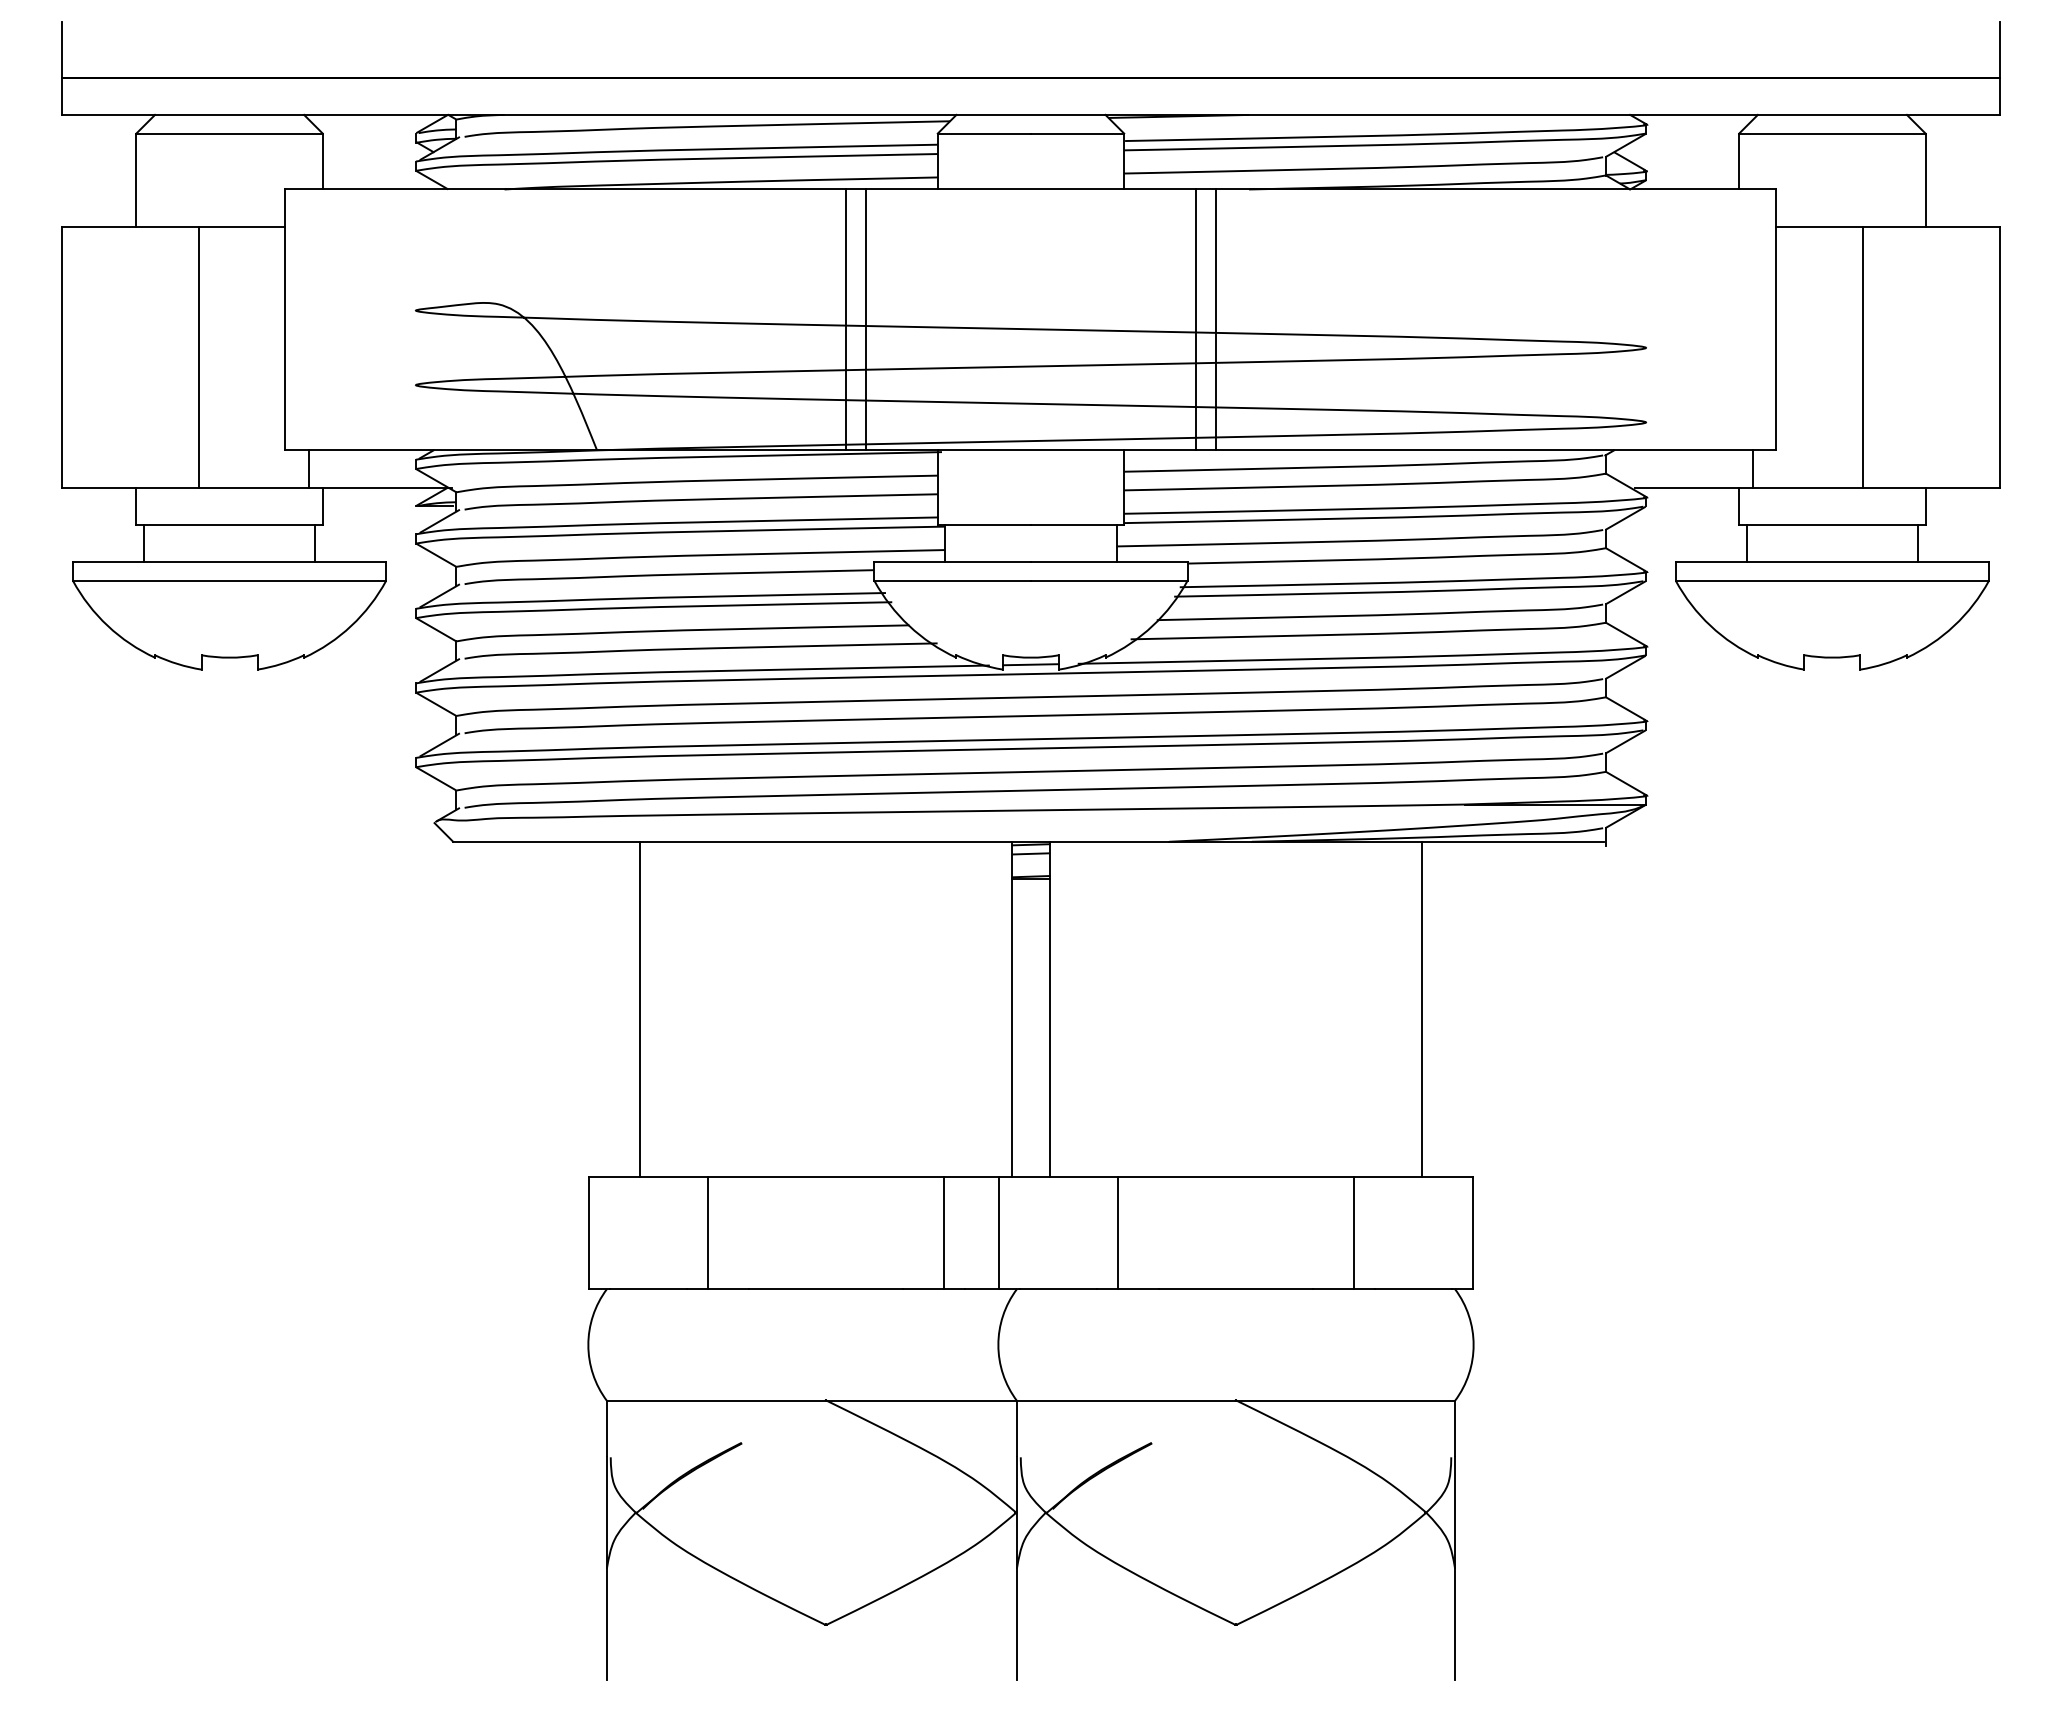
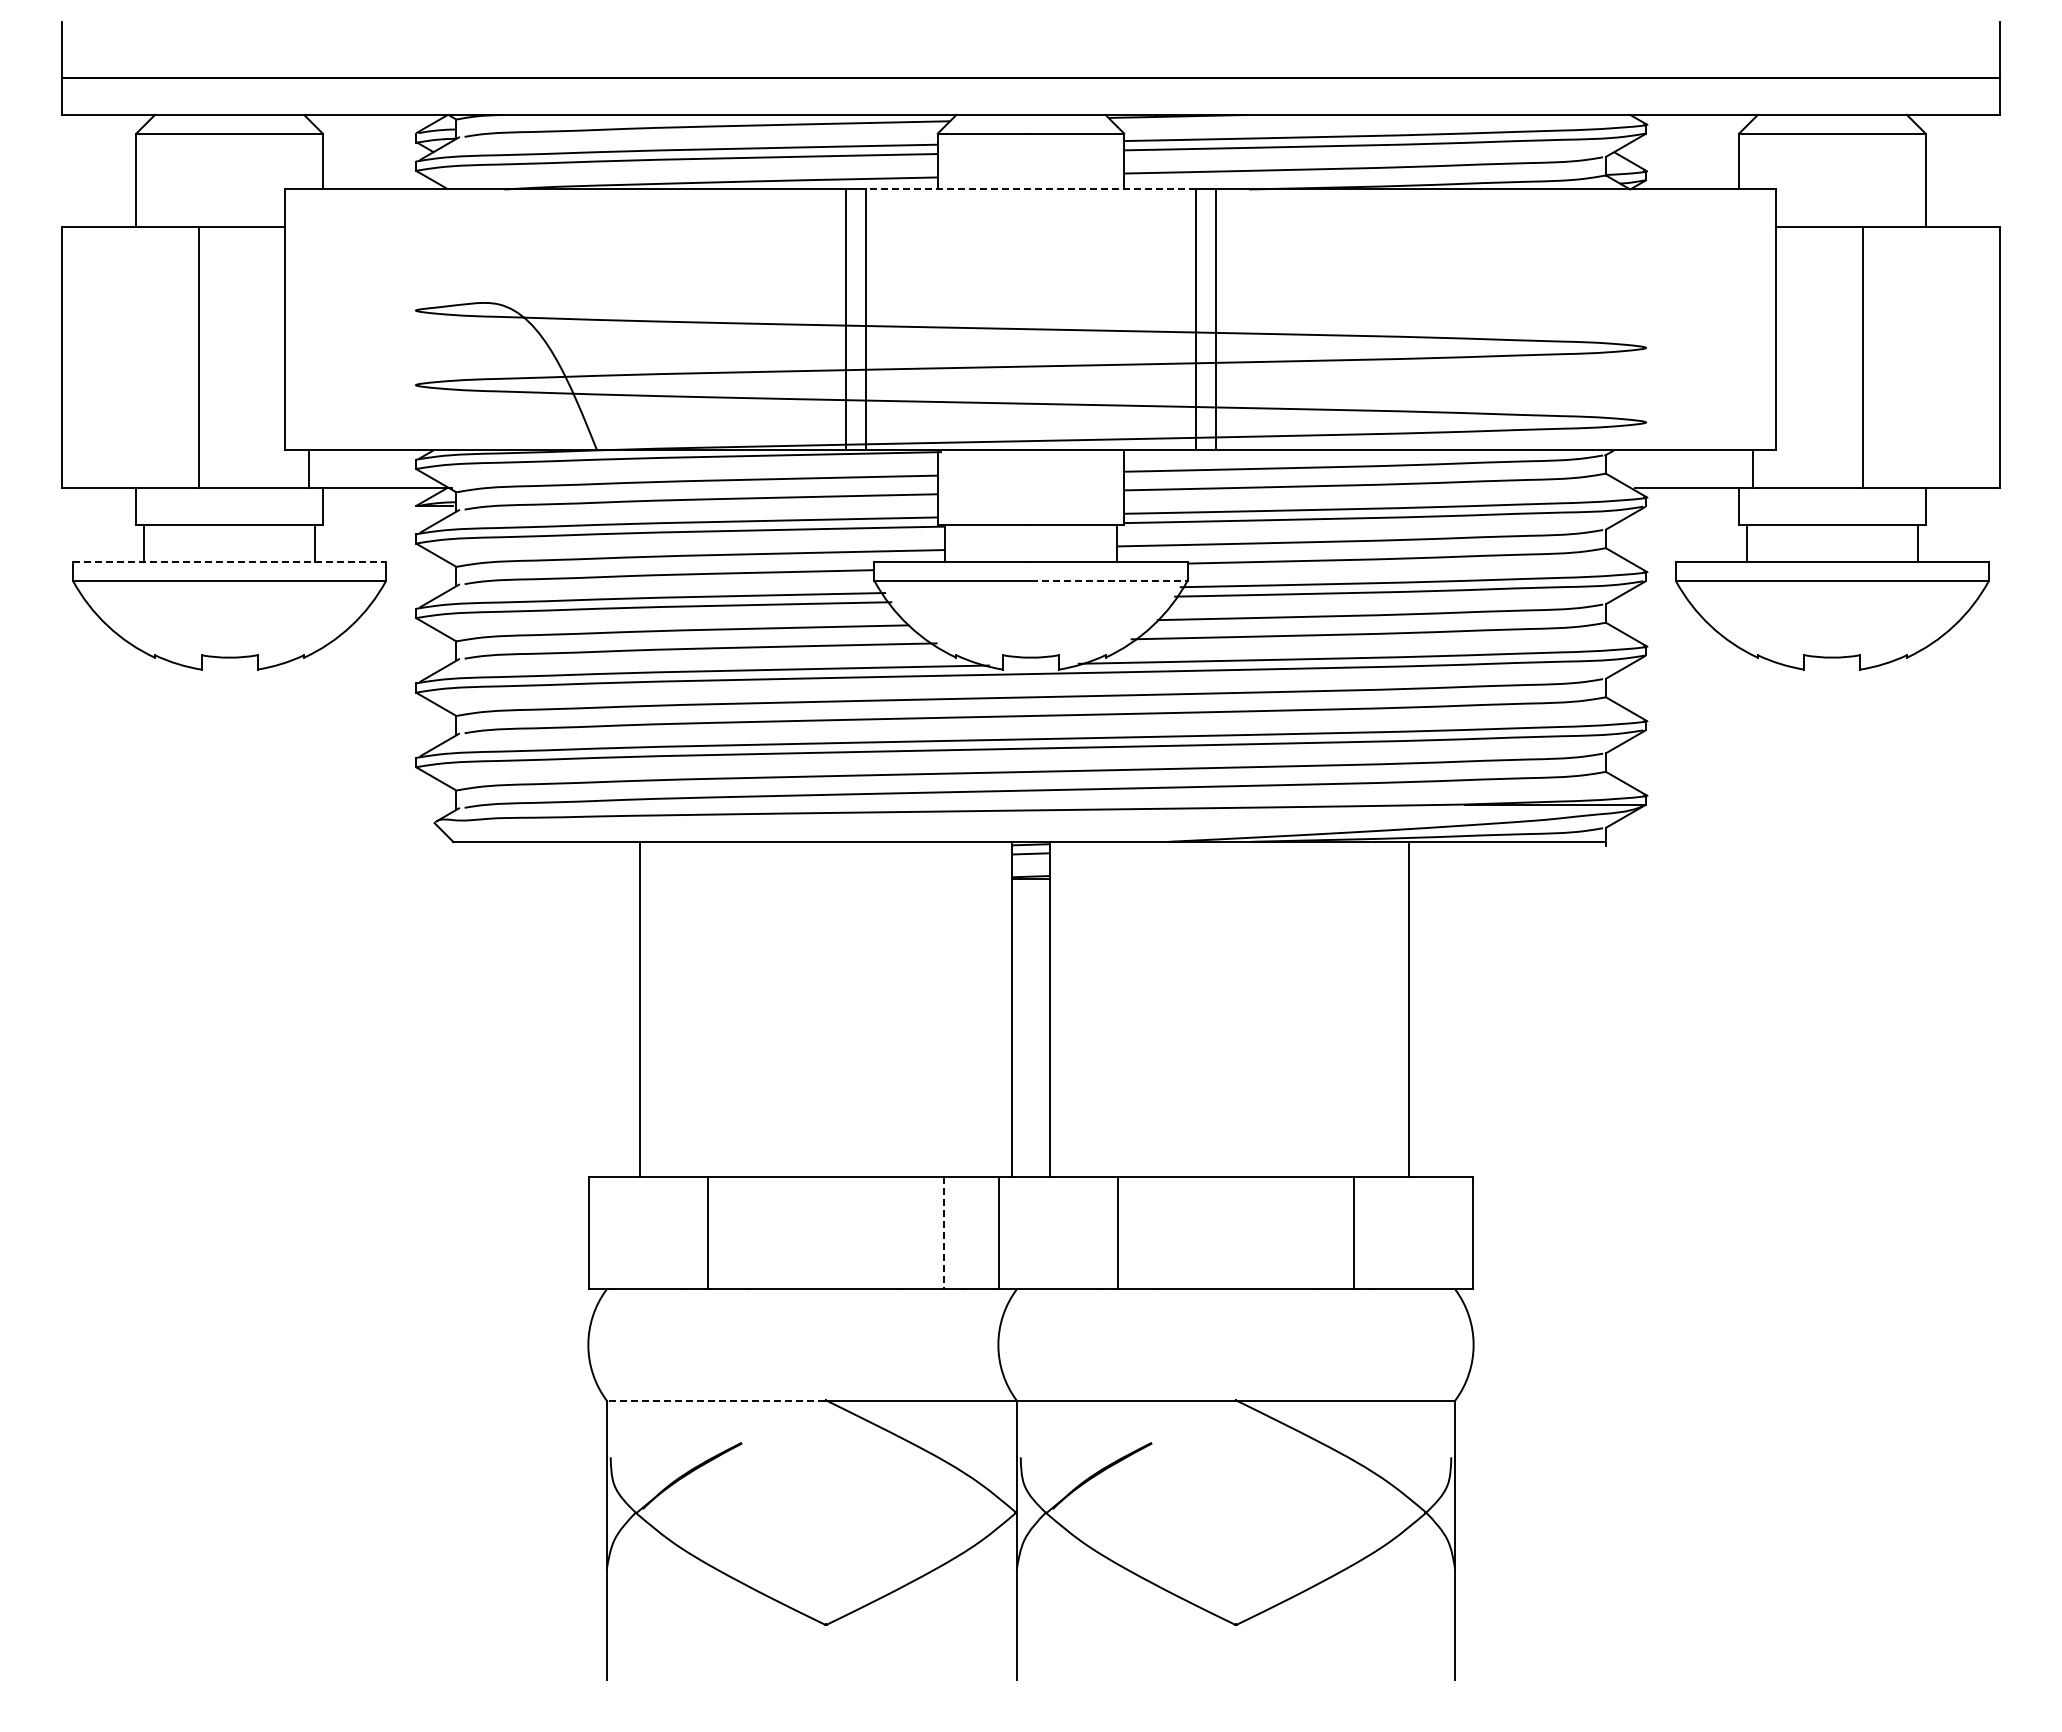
line at (1031, 189): solid -> dashed
line at (229, 562): solid -> dashed
line at (1109, 580): solid -> dashed
line at (1030, 664): present -> none
line at (1422, 1009) position: (1422, 1009) -> (1409, 1009)
line at (944, 1233): solid -> dashed
line at (715, 1400): solid -> dashed
